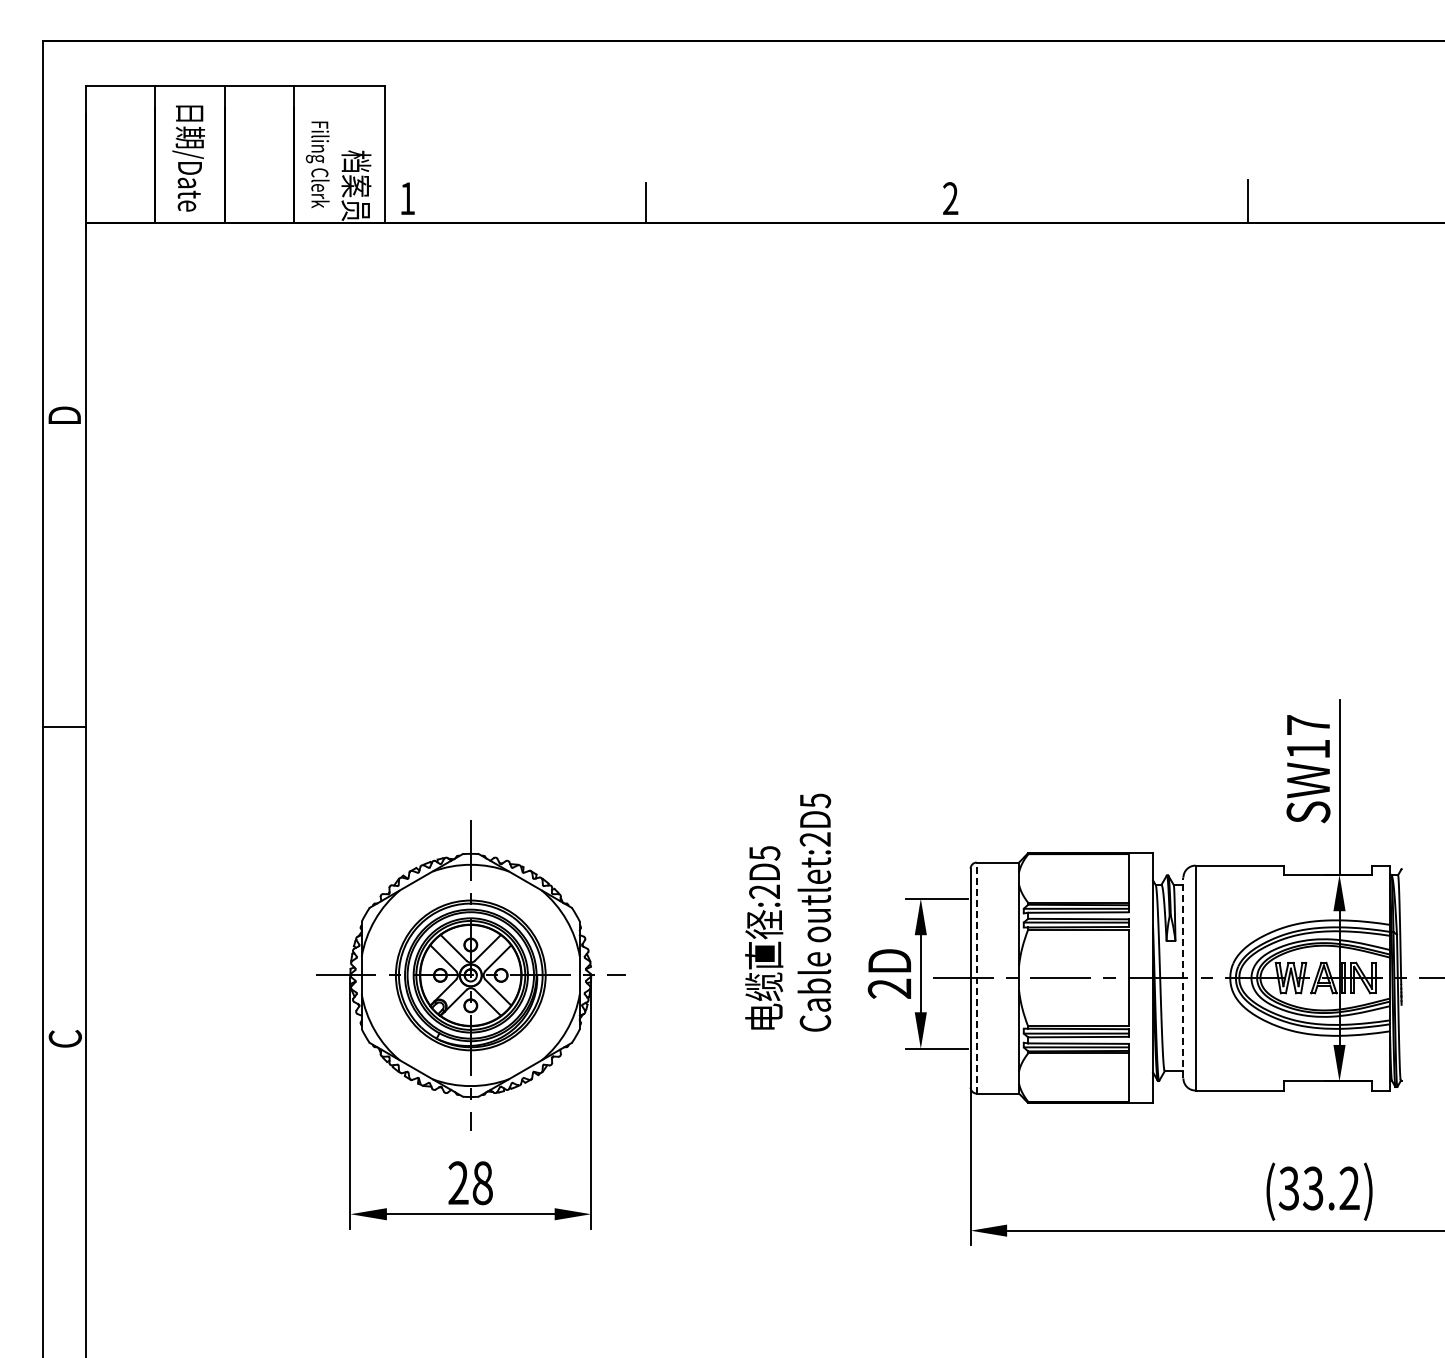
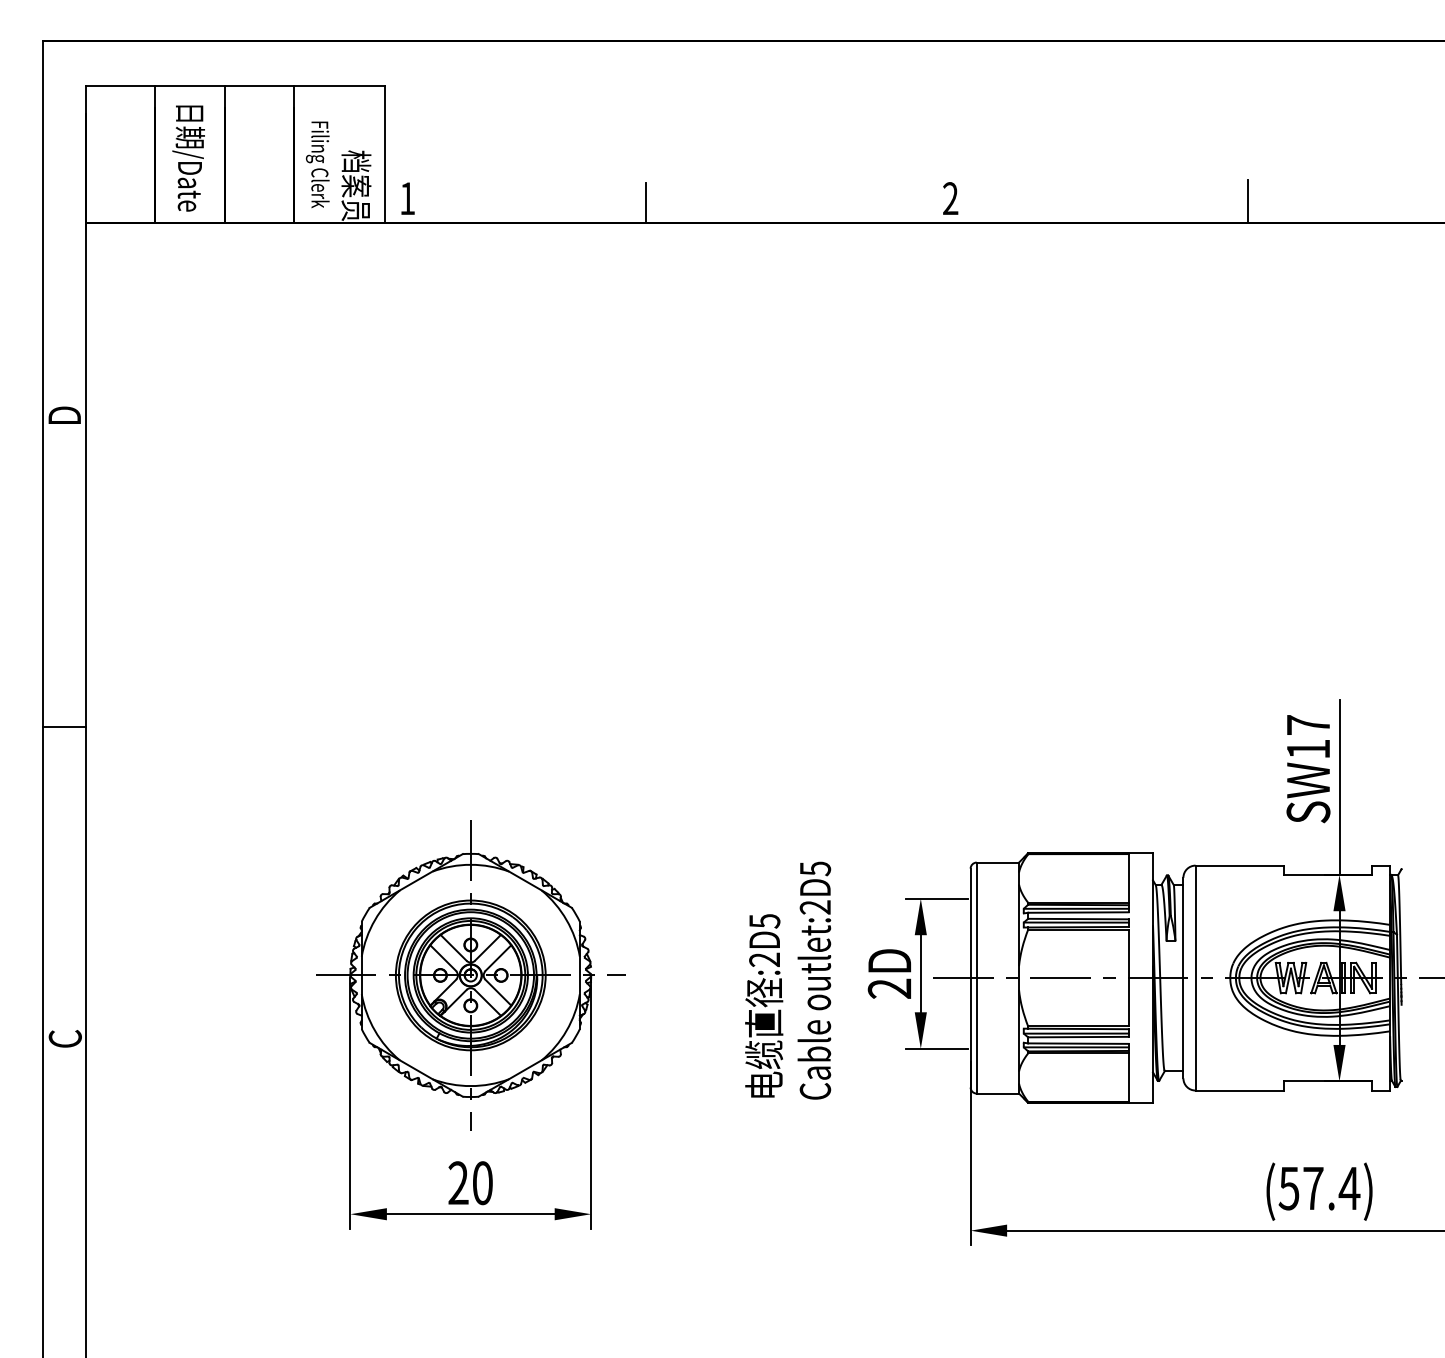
text at (788, 912) position: (788, 912) -> (788, 980)
line at (1183, 977): dashed -> solid
line at (976, 978): dashed -> solid
text at (482, 1182): 28 -> 20
text at (1319, 1188): (33.2) -> (57.4)
